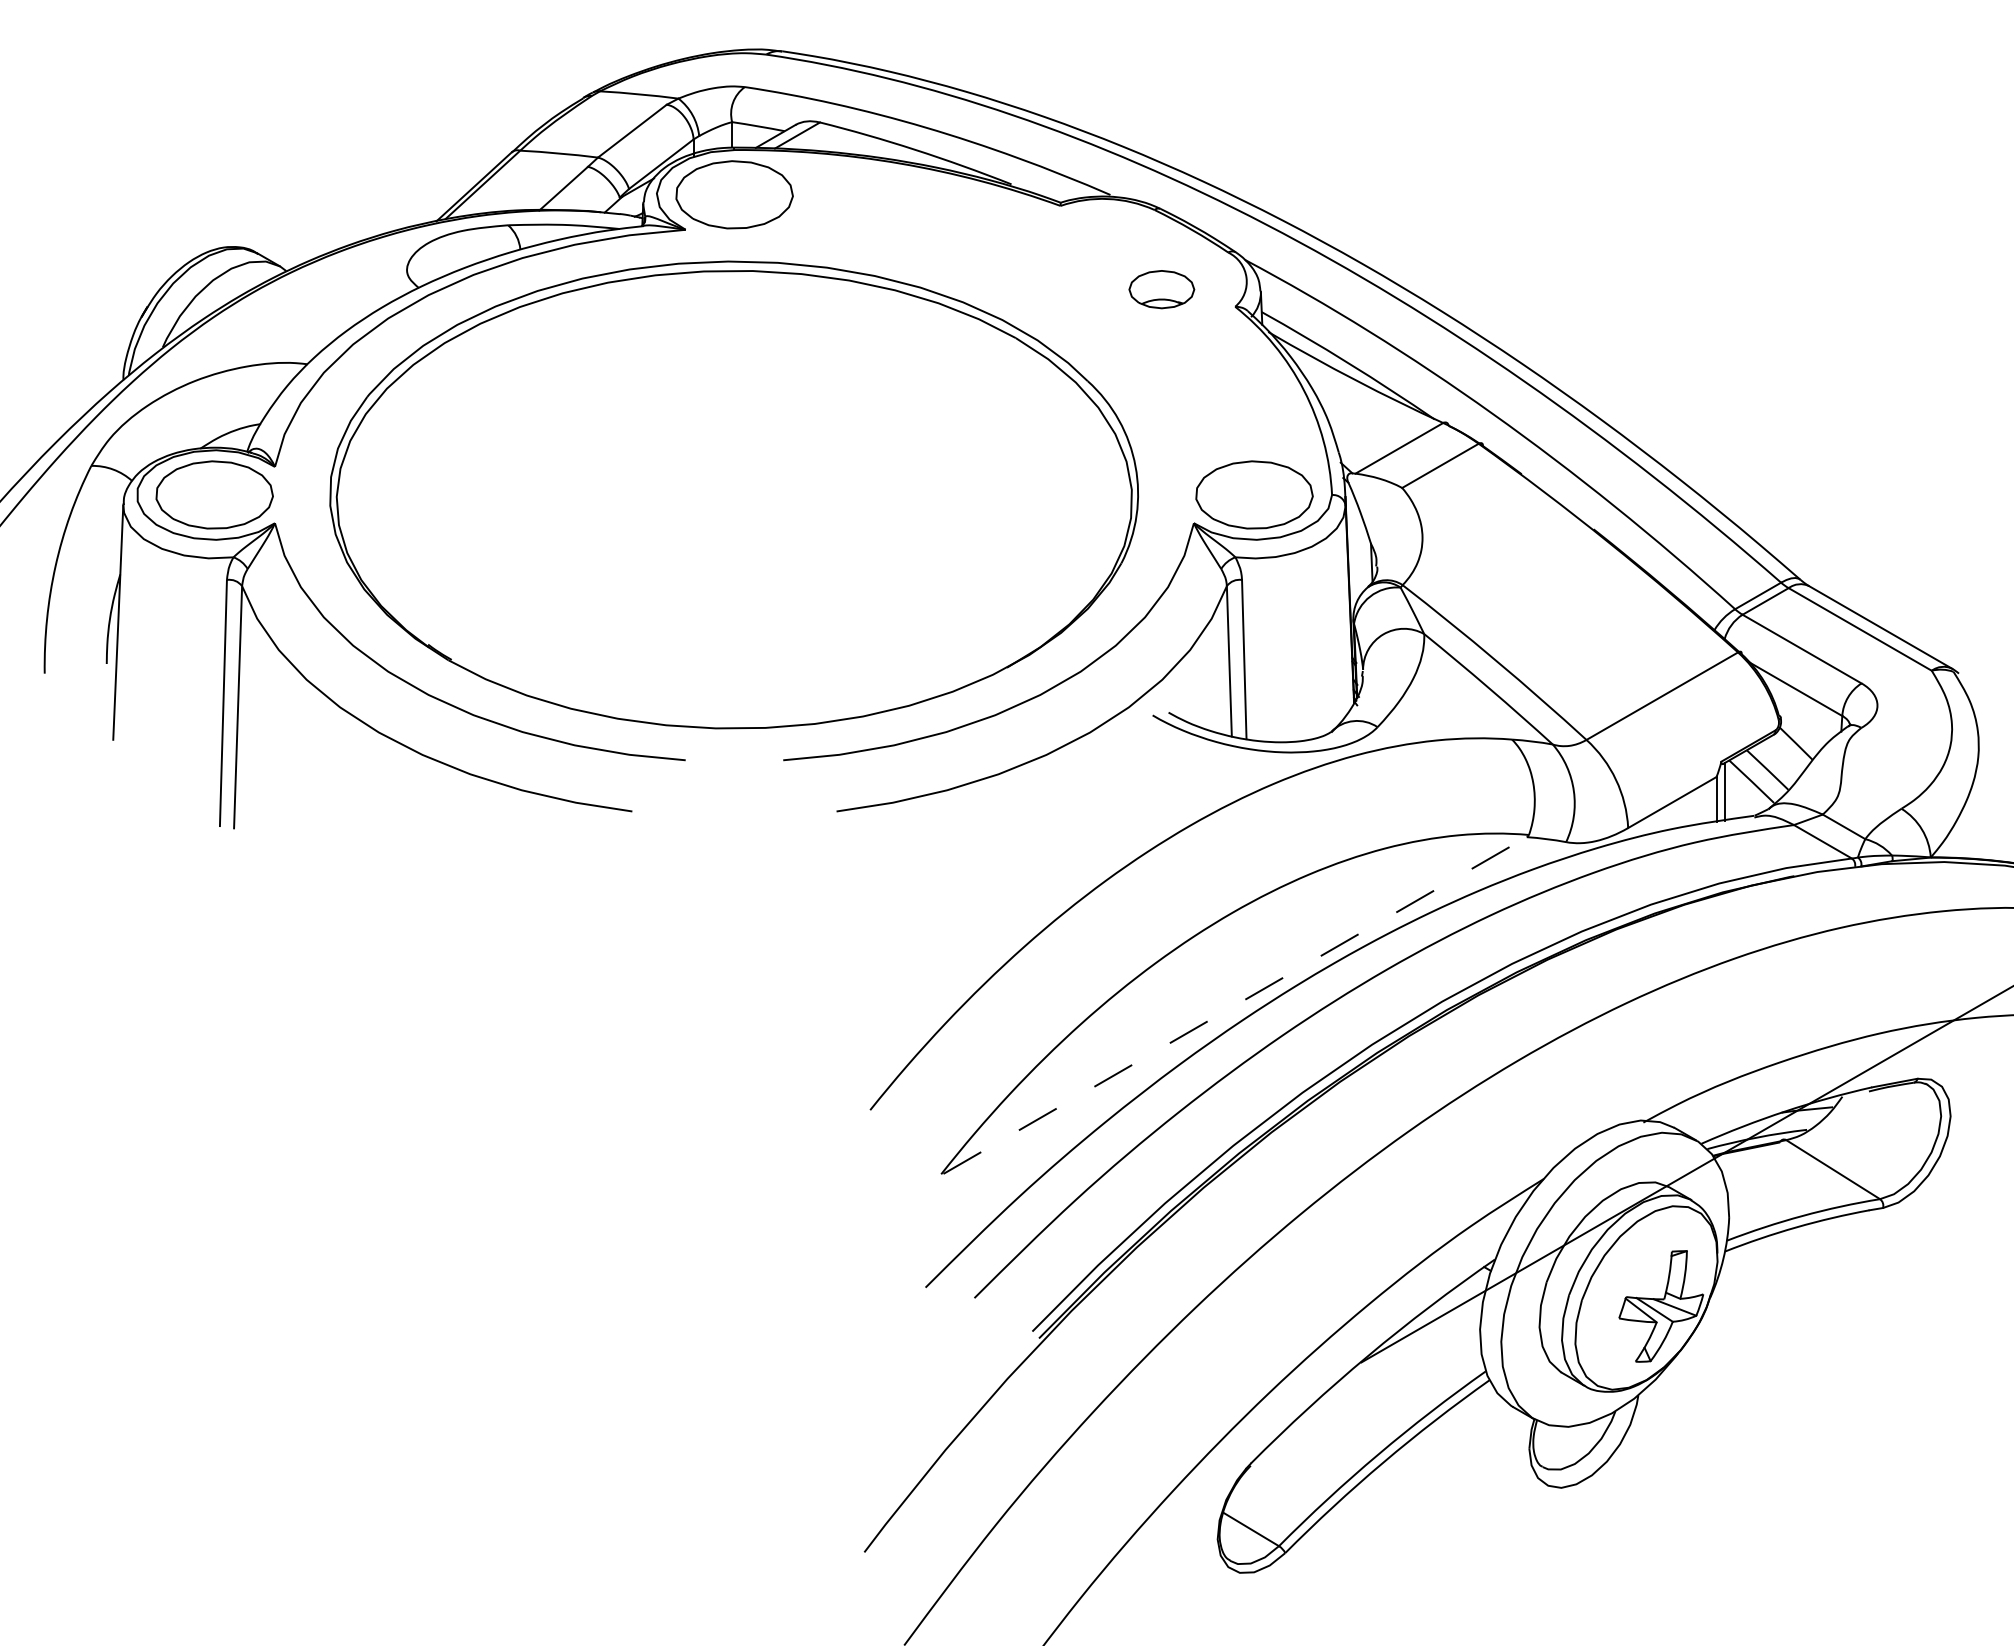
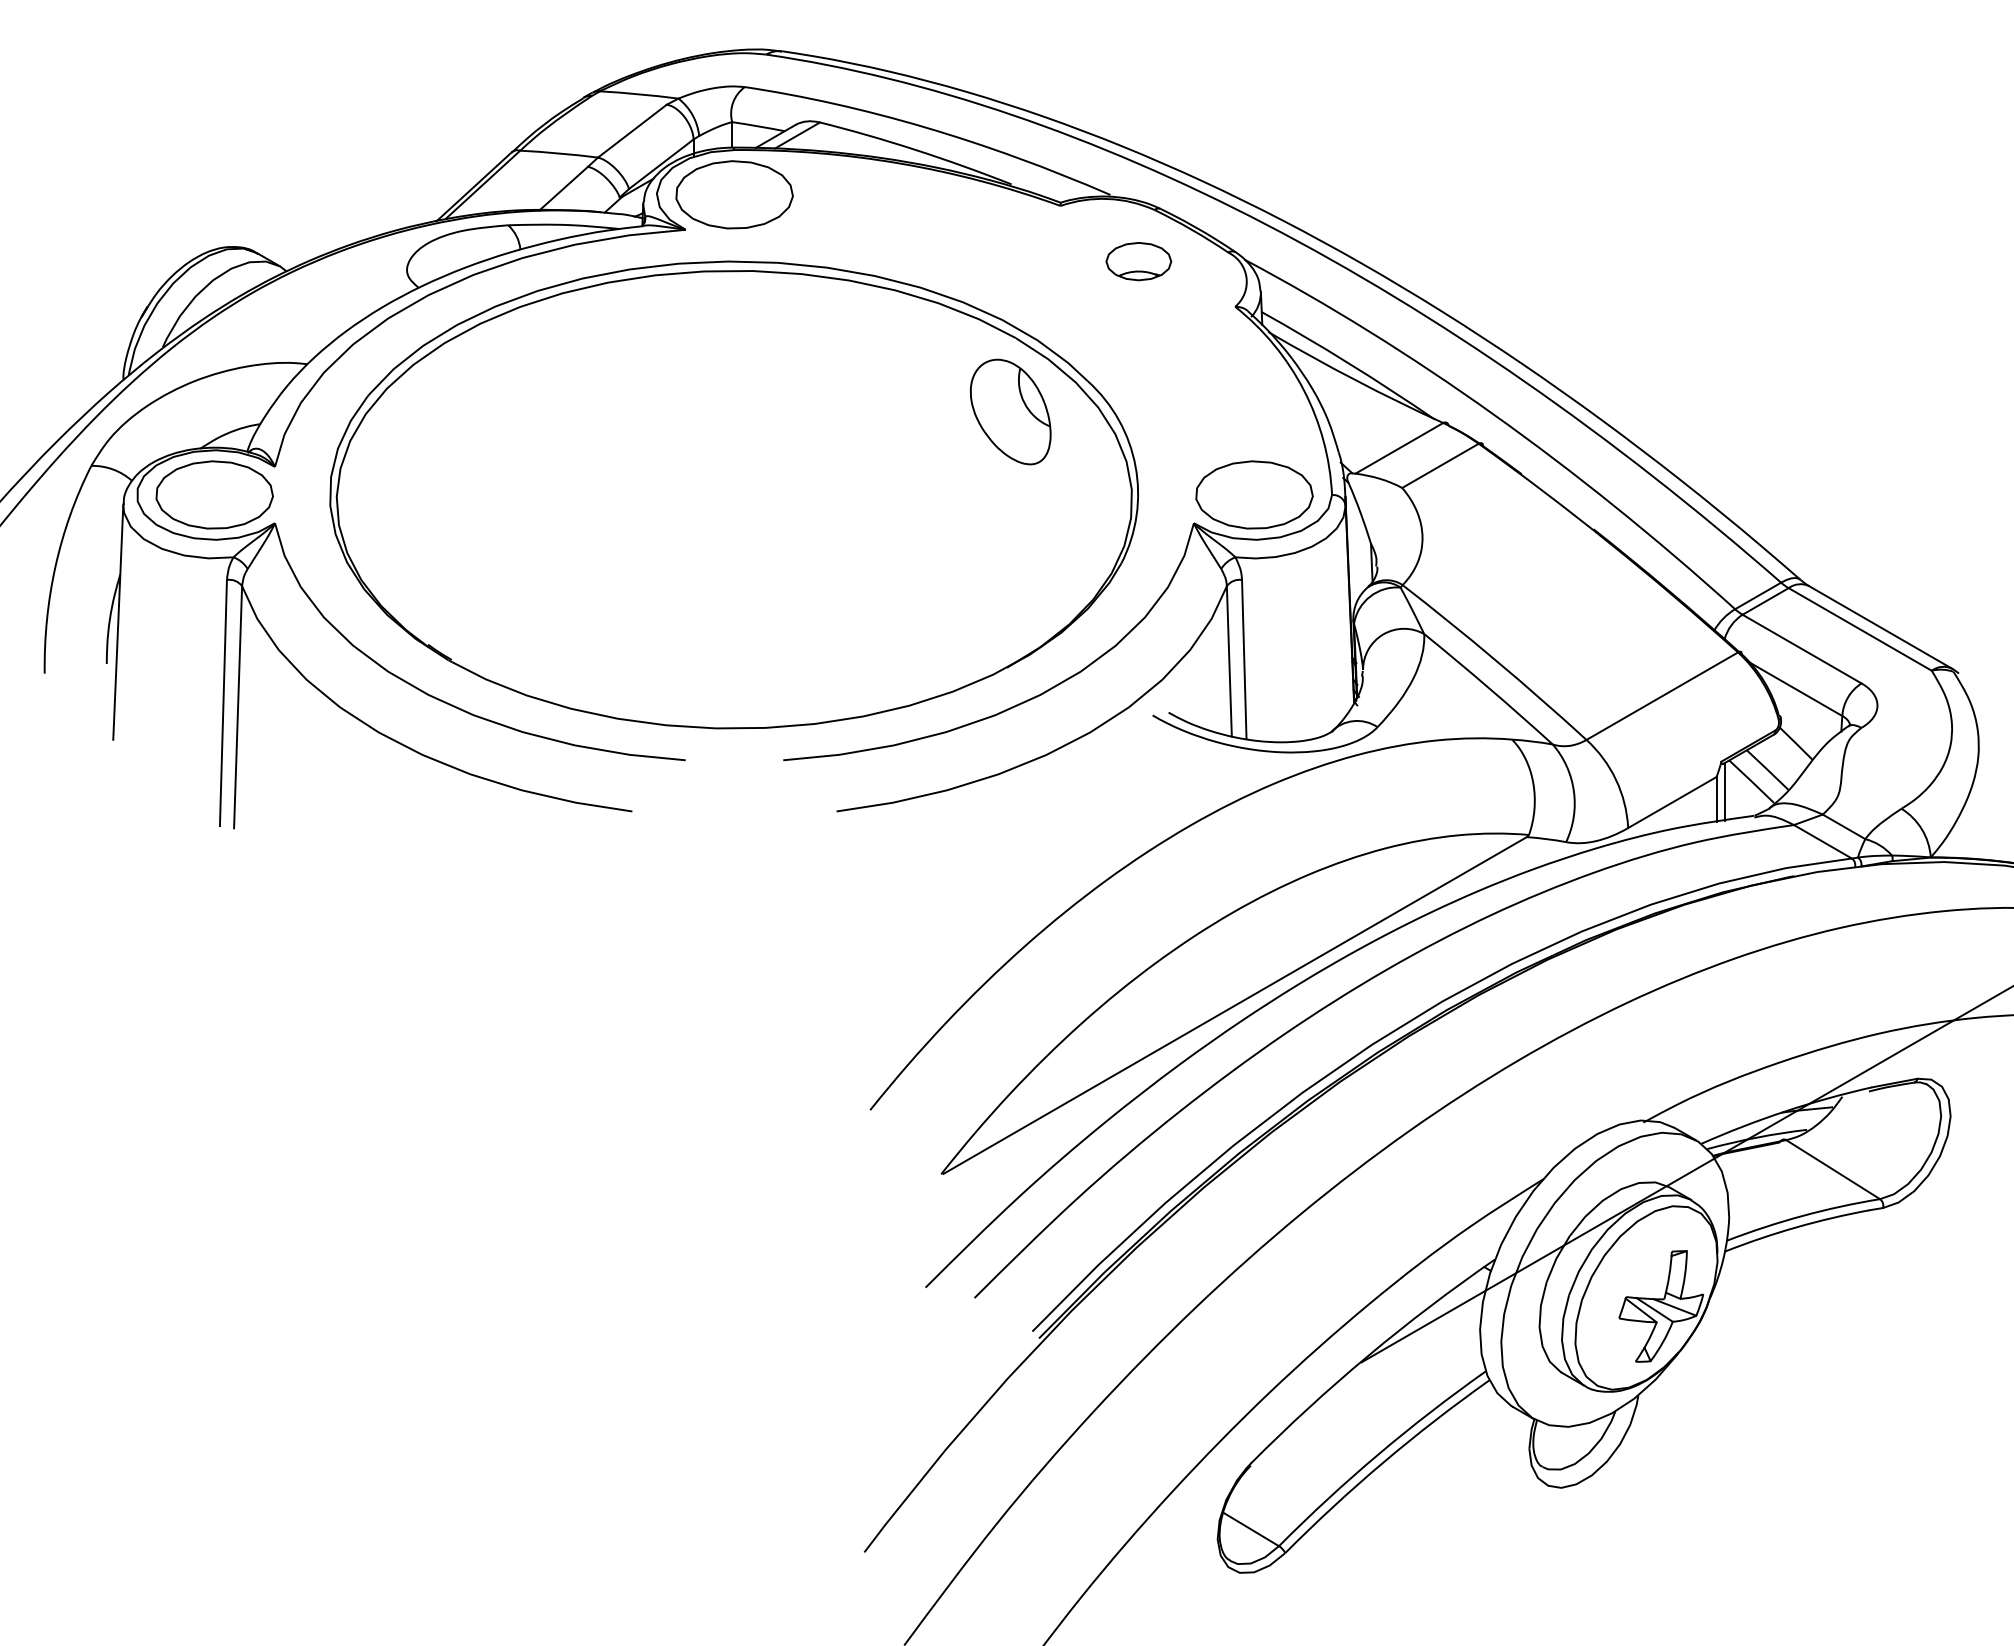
part at (1161, 289) position: (1161, 289) -> (1138, 261)
part at (1010, 411): none -> present
line at (1235, 1005): dashed -> solid
